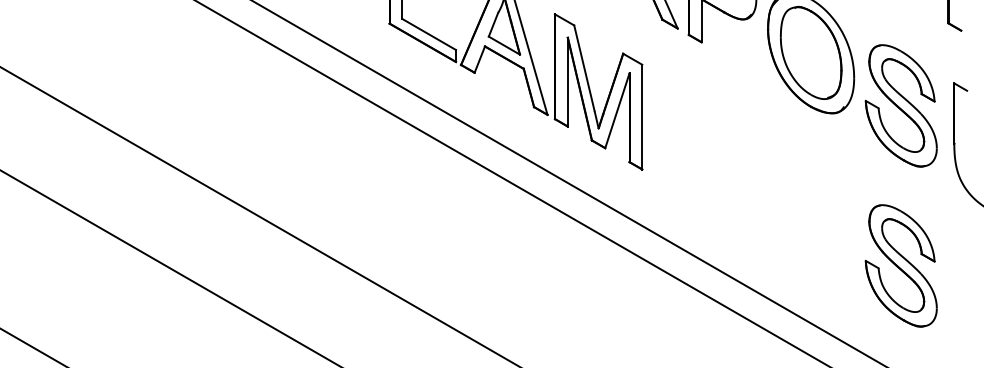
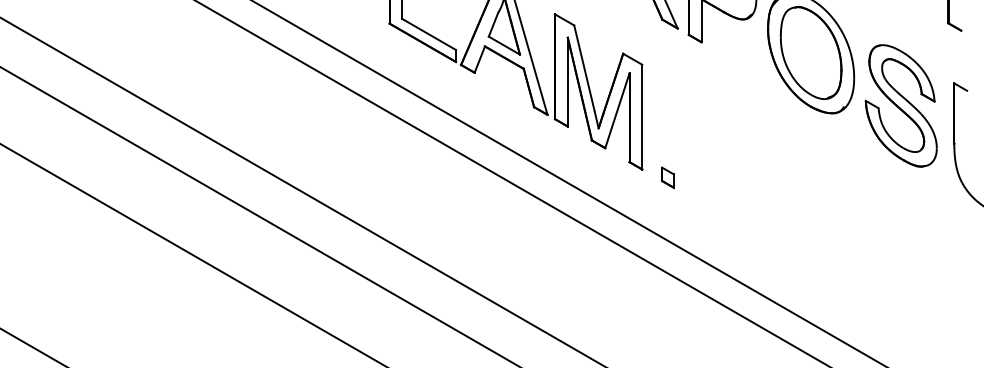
part at (667, 177): none -> present
line at (301, 191): none -> present
part at (900, 265): present -> none
line at (169, 267) position: (169, 267) -> (192, 254)
